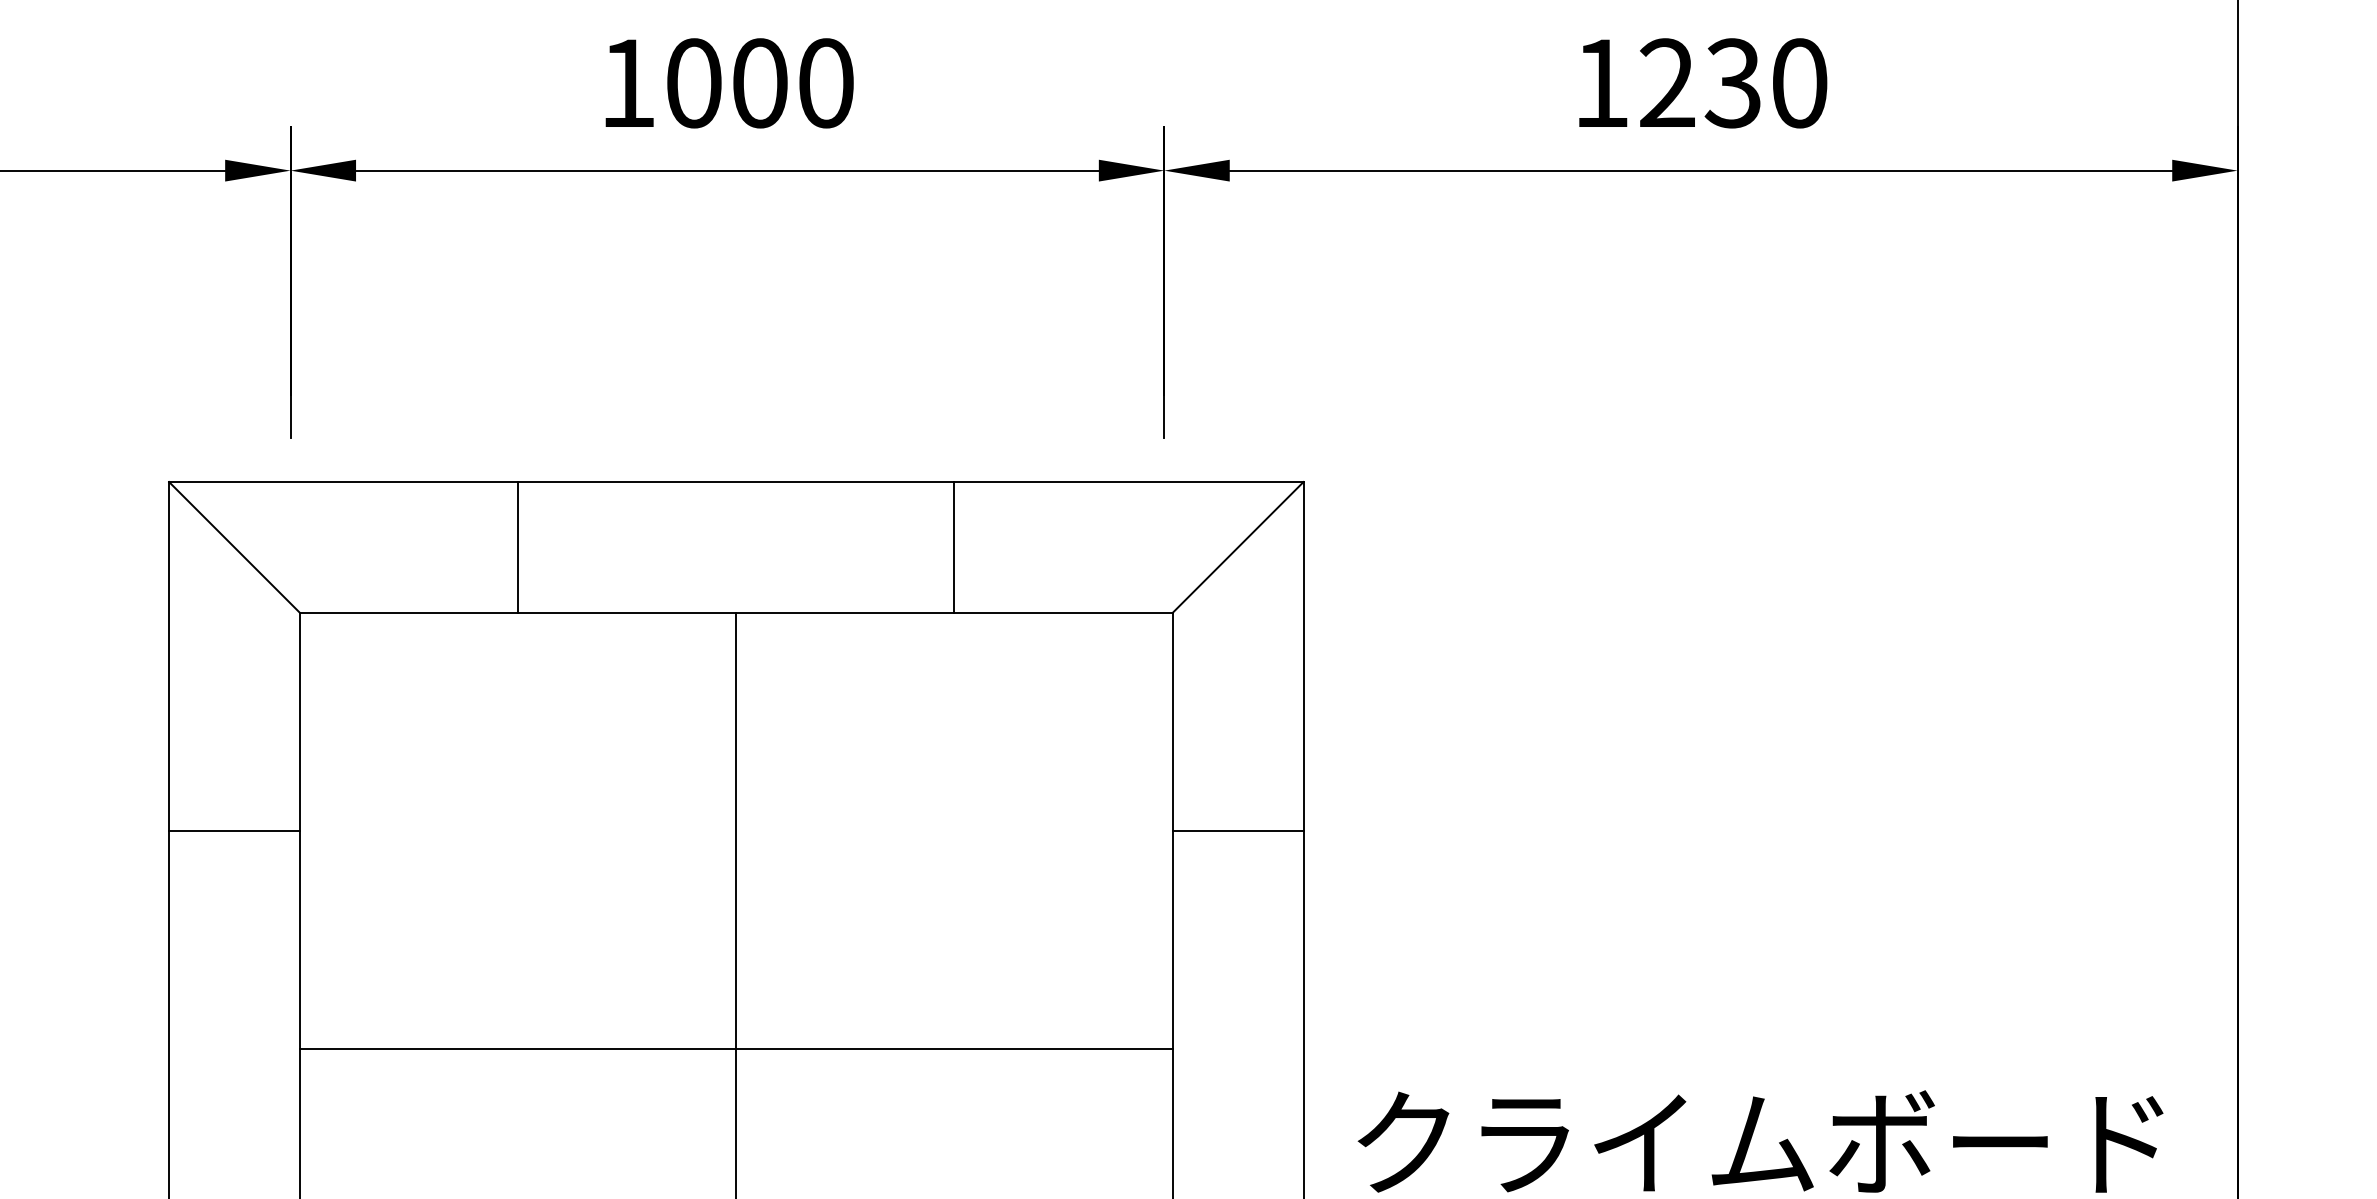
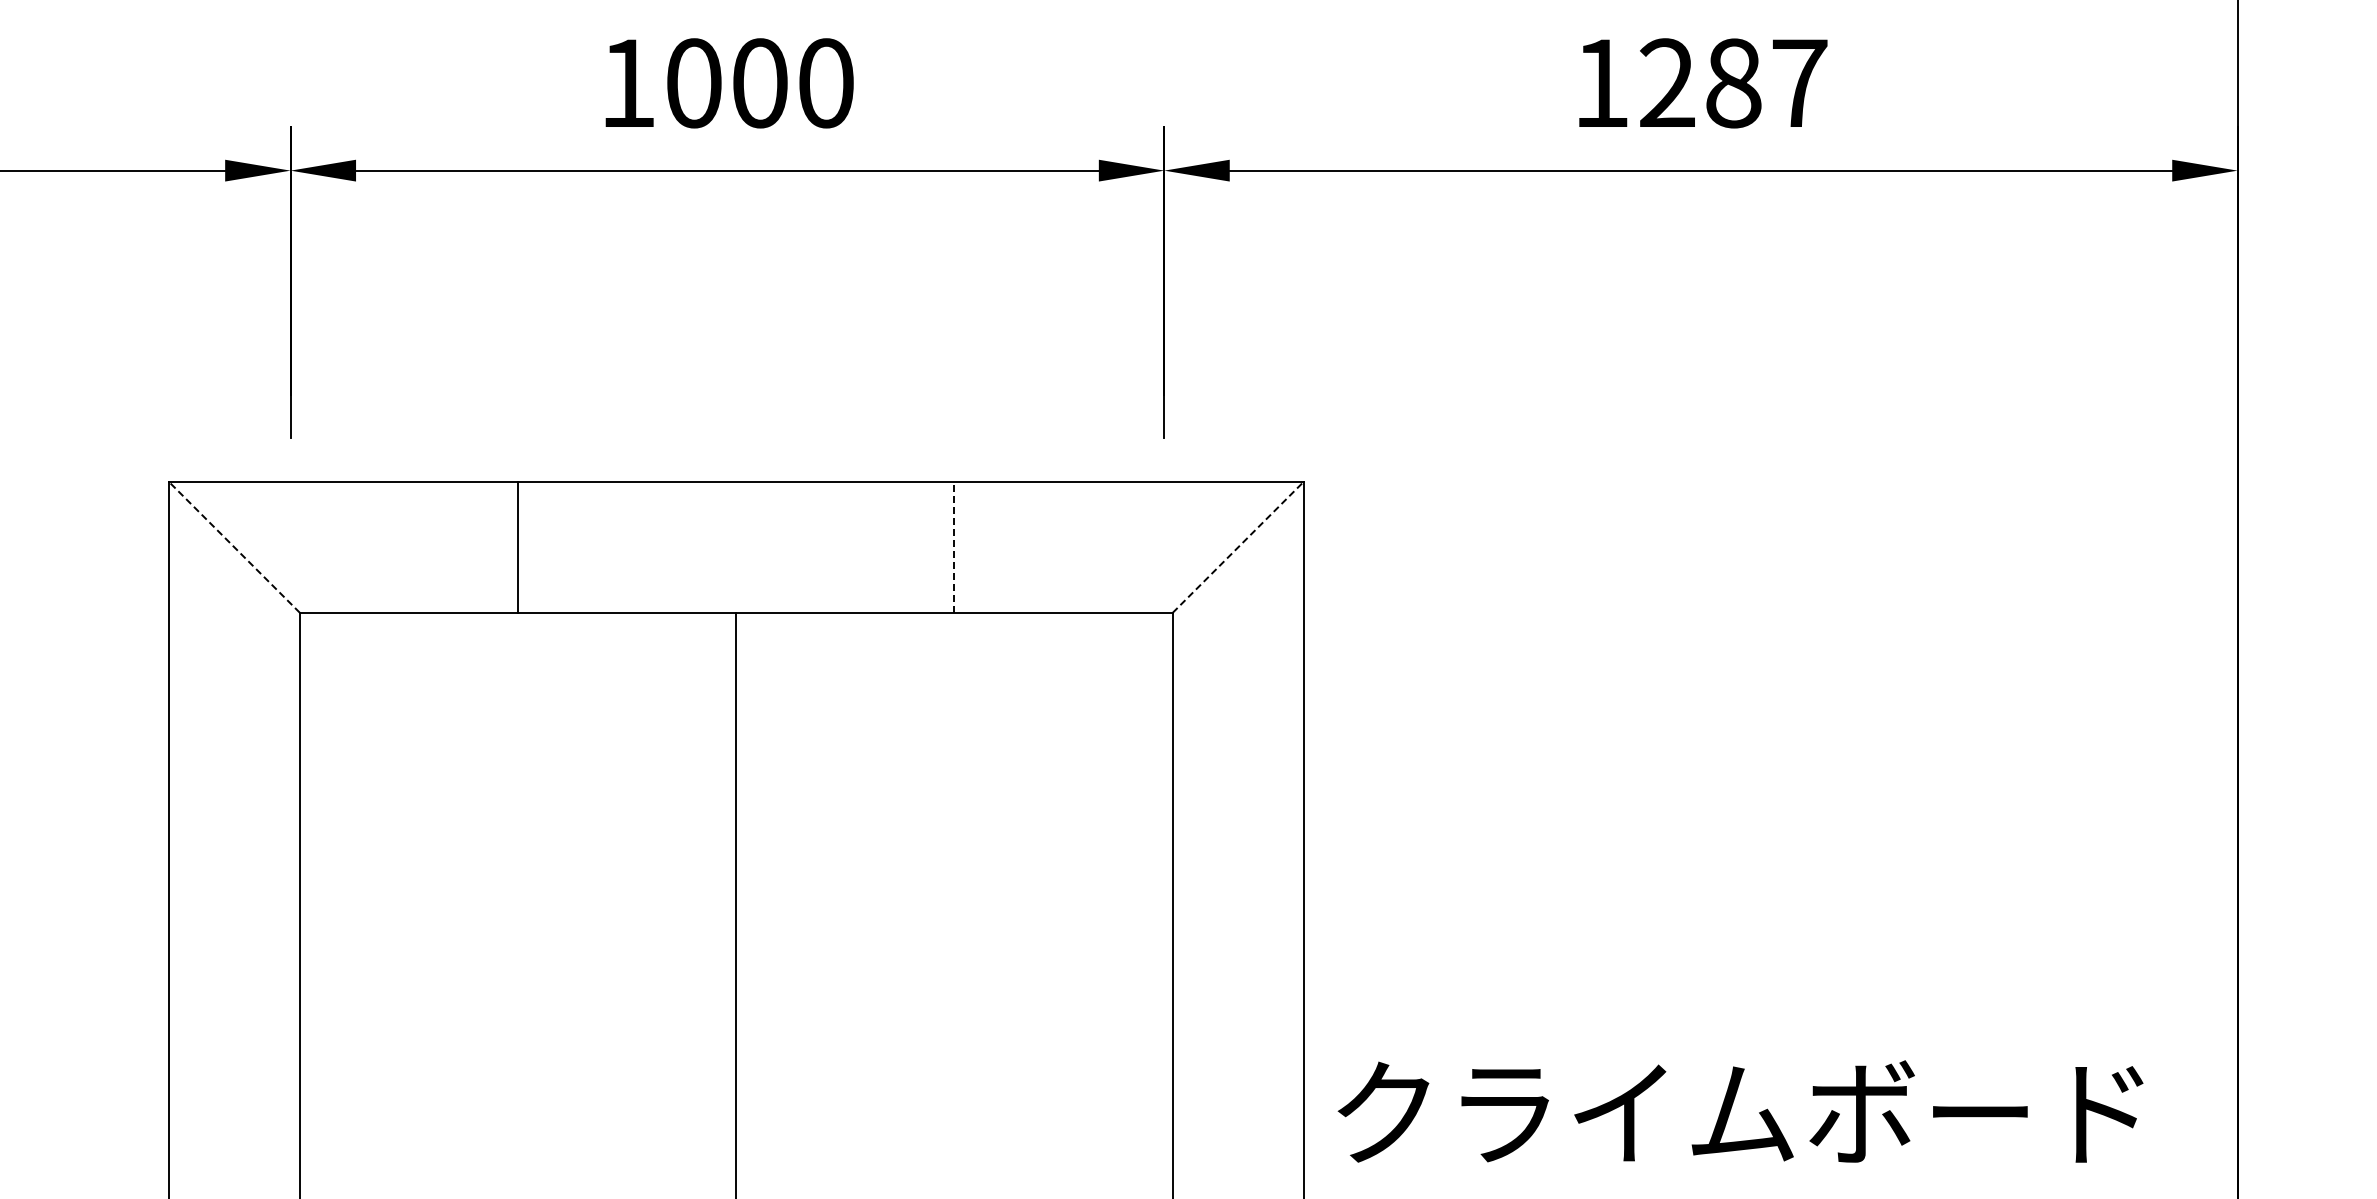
text at (1765, 83): 1230 -> 1287
line at (954, 546): solid -> dashed
line at (234, 547): solid -> dashed
line at (1238, 547): solid -> dashed
line at (234, 831): present -> none
line at (1237, 831): present -> none
line at (736, 1049): present -> none
text at (1760, 1141) position: (1760, 1141) -> (1740, 1111)
